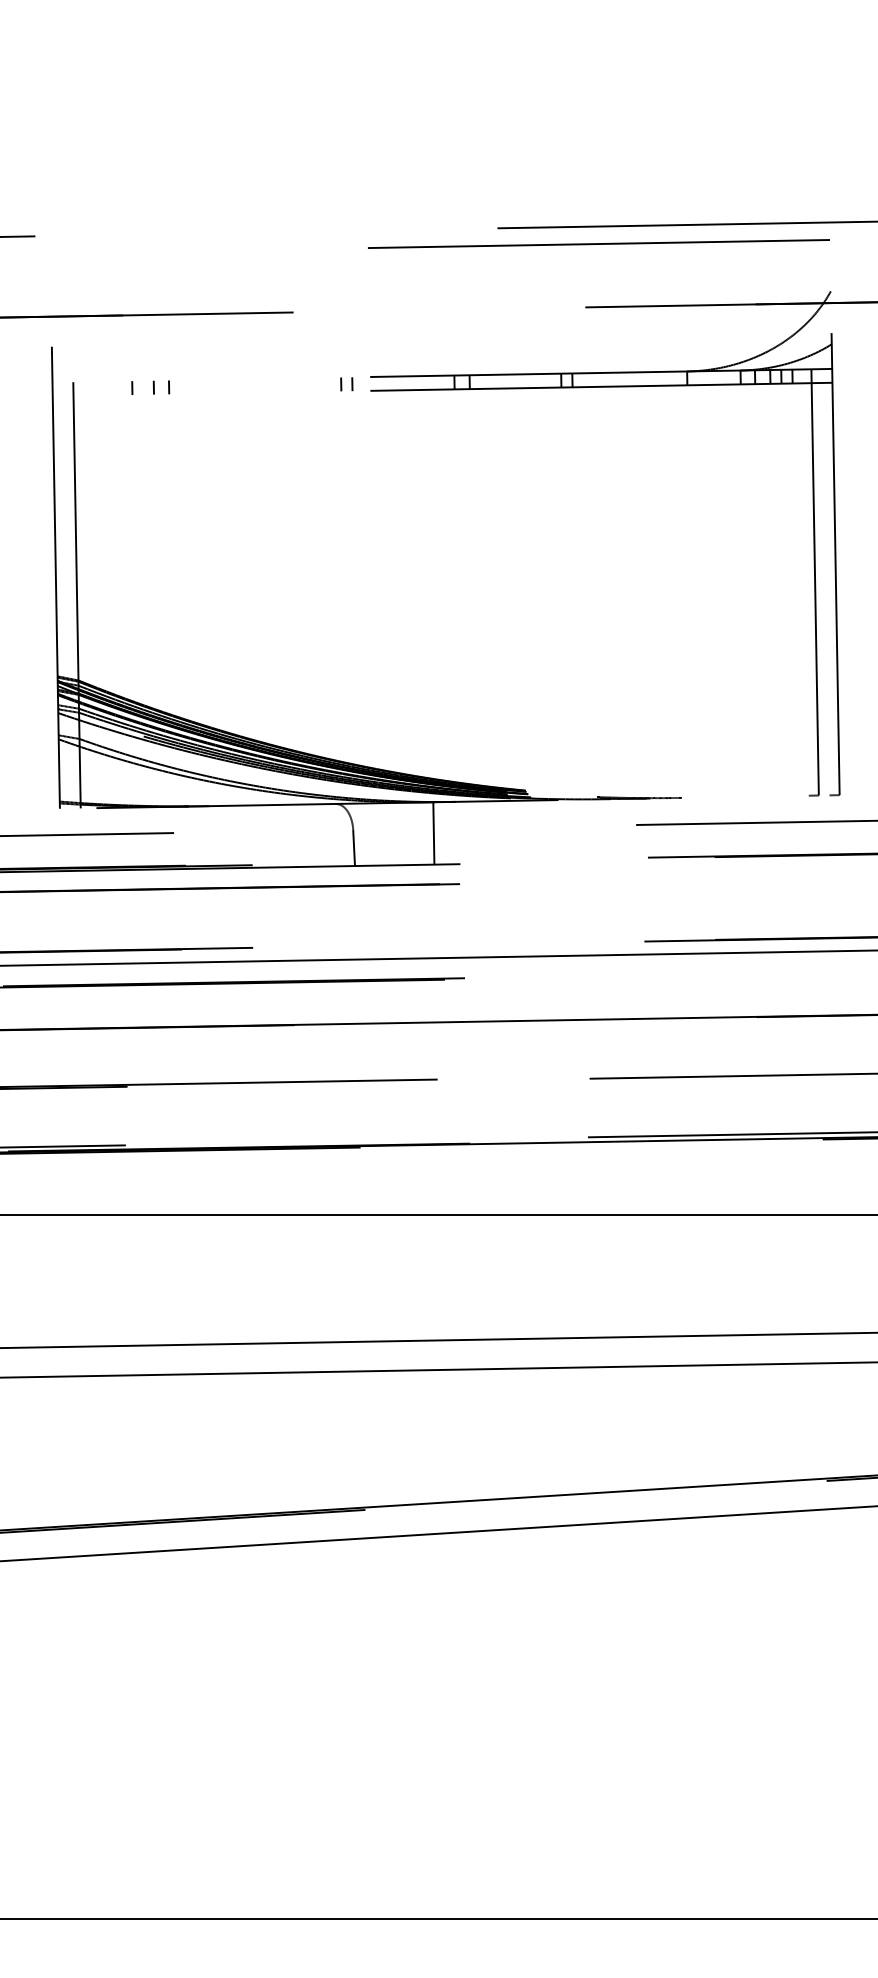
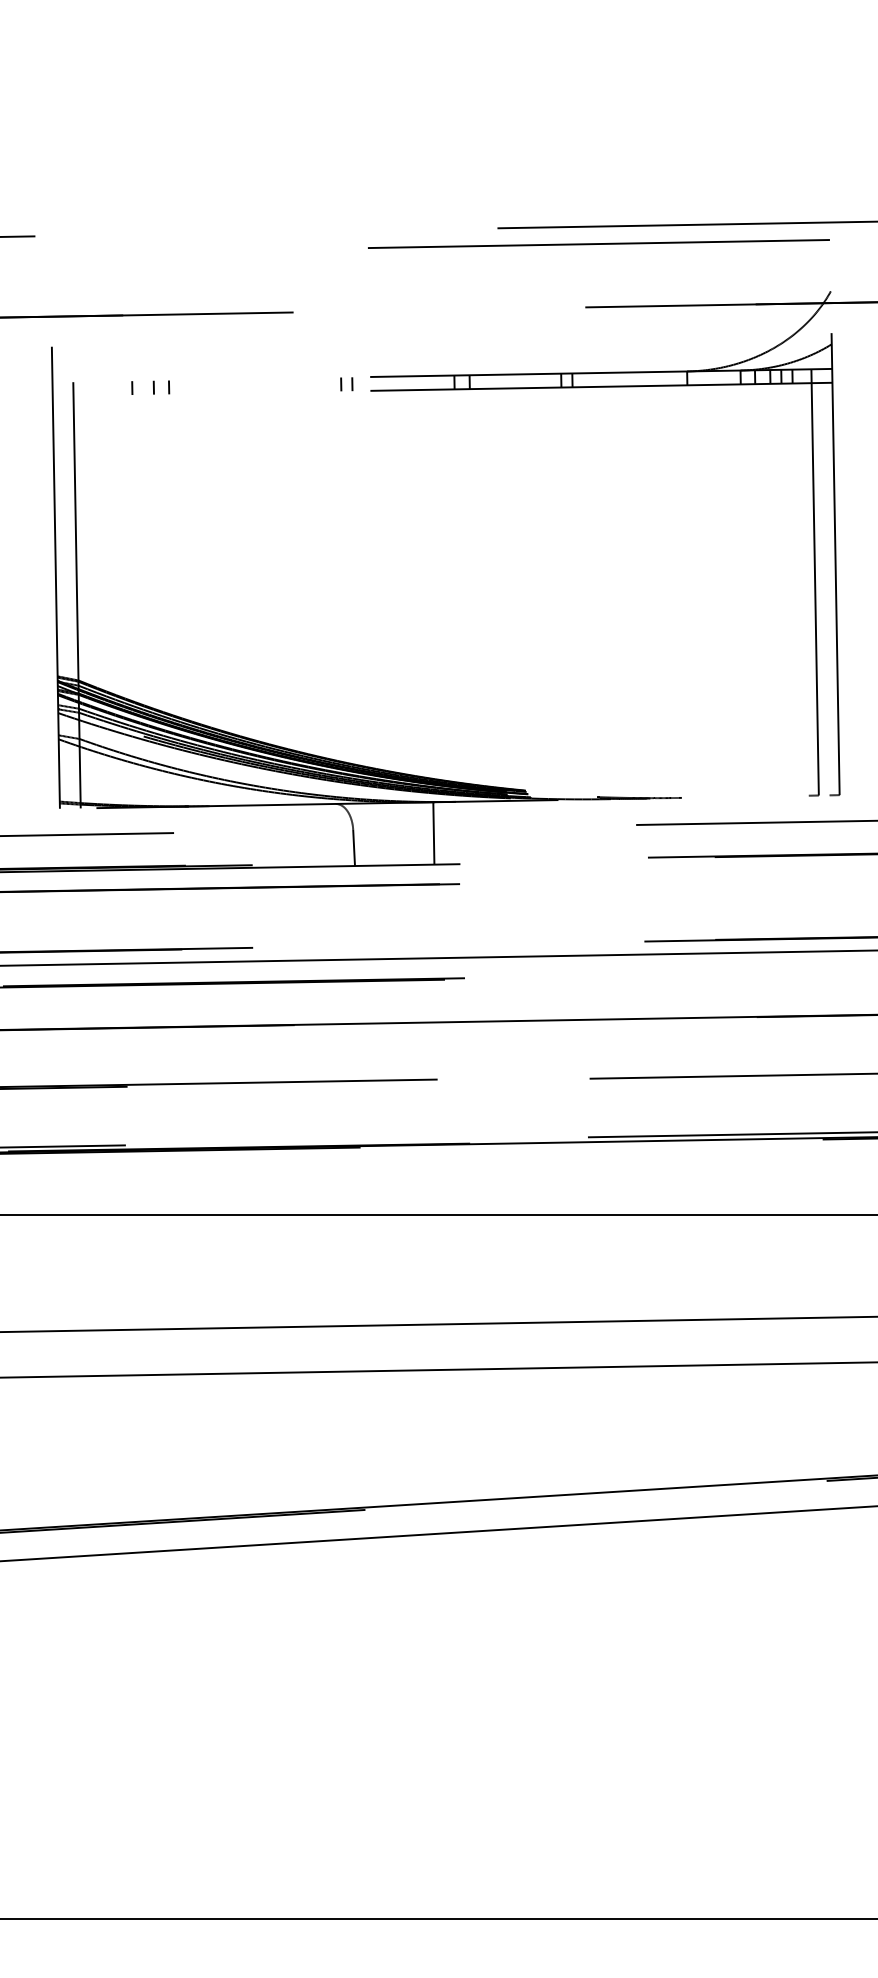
line at (438, 1340) position: (438, 1340) -> (438, 1324)
